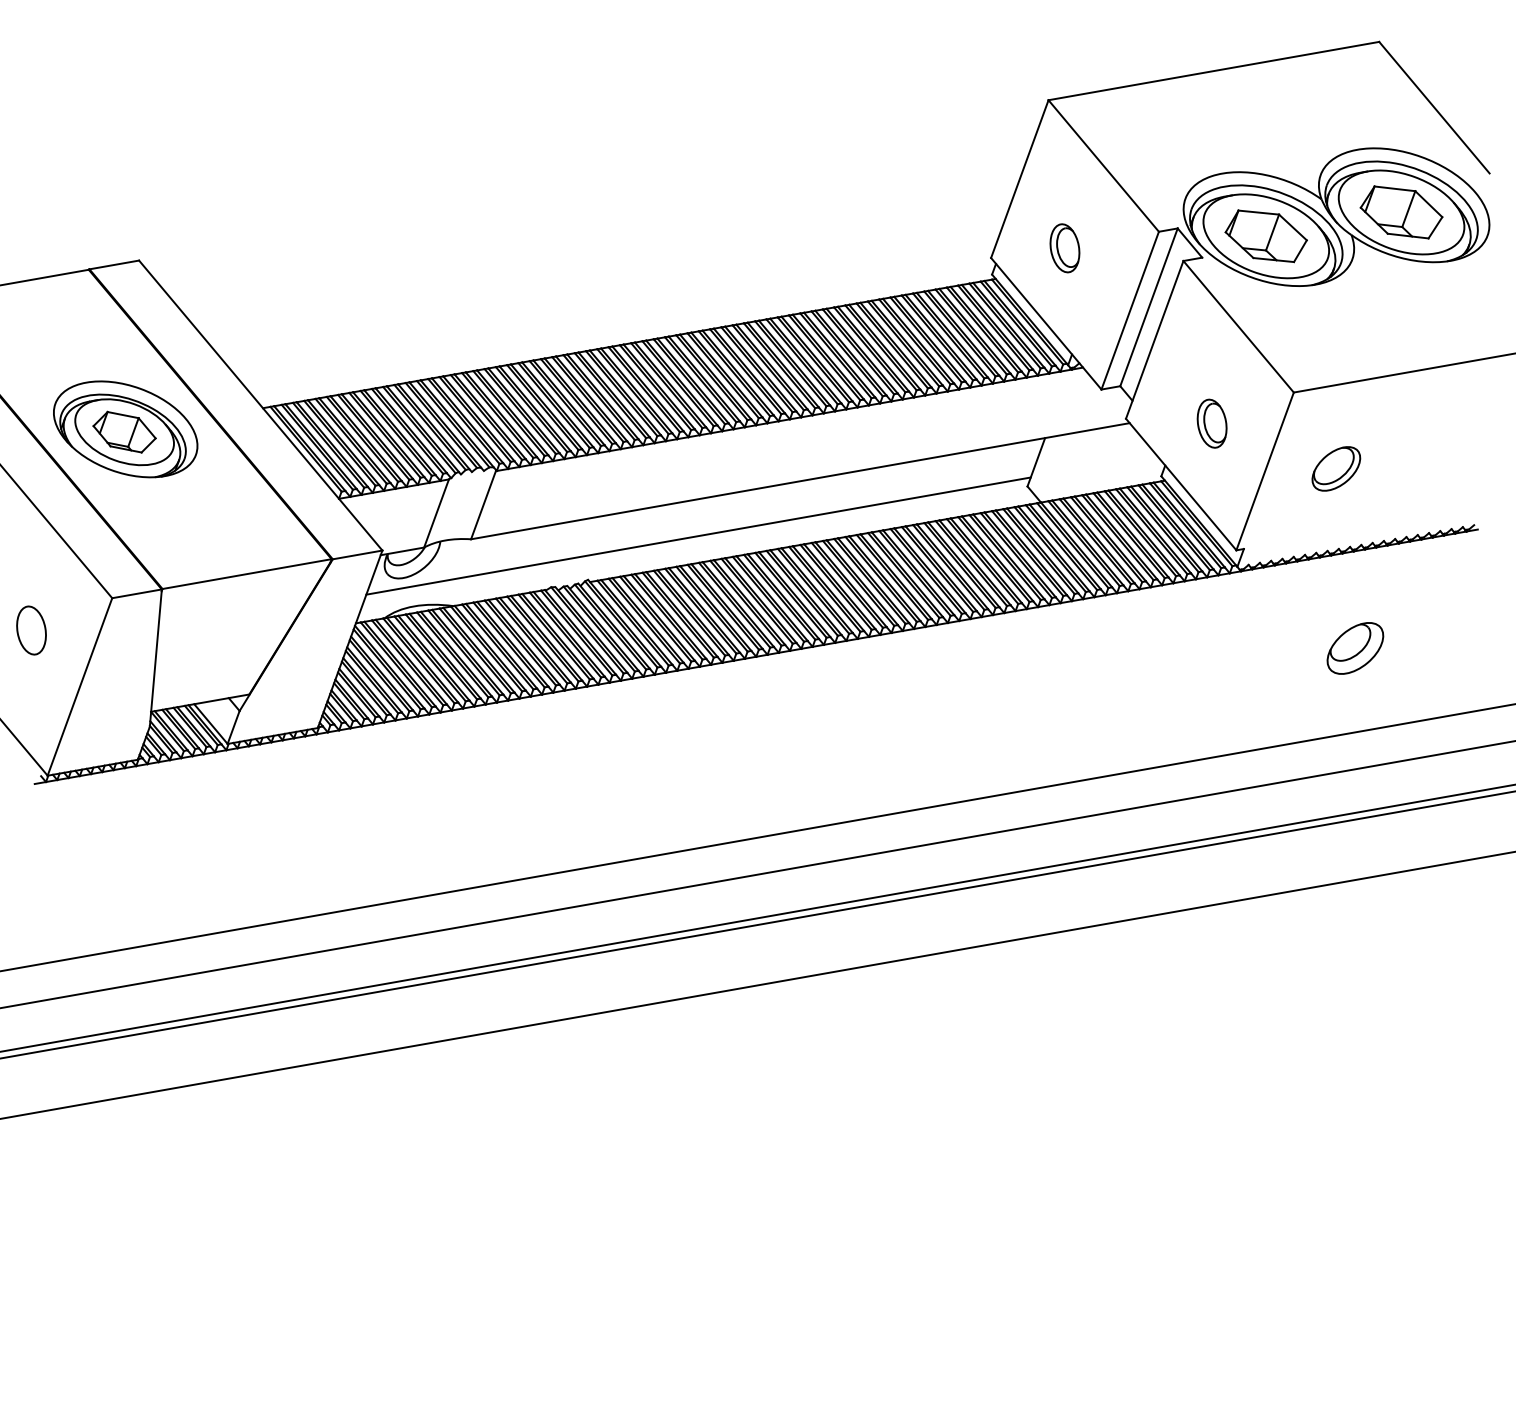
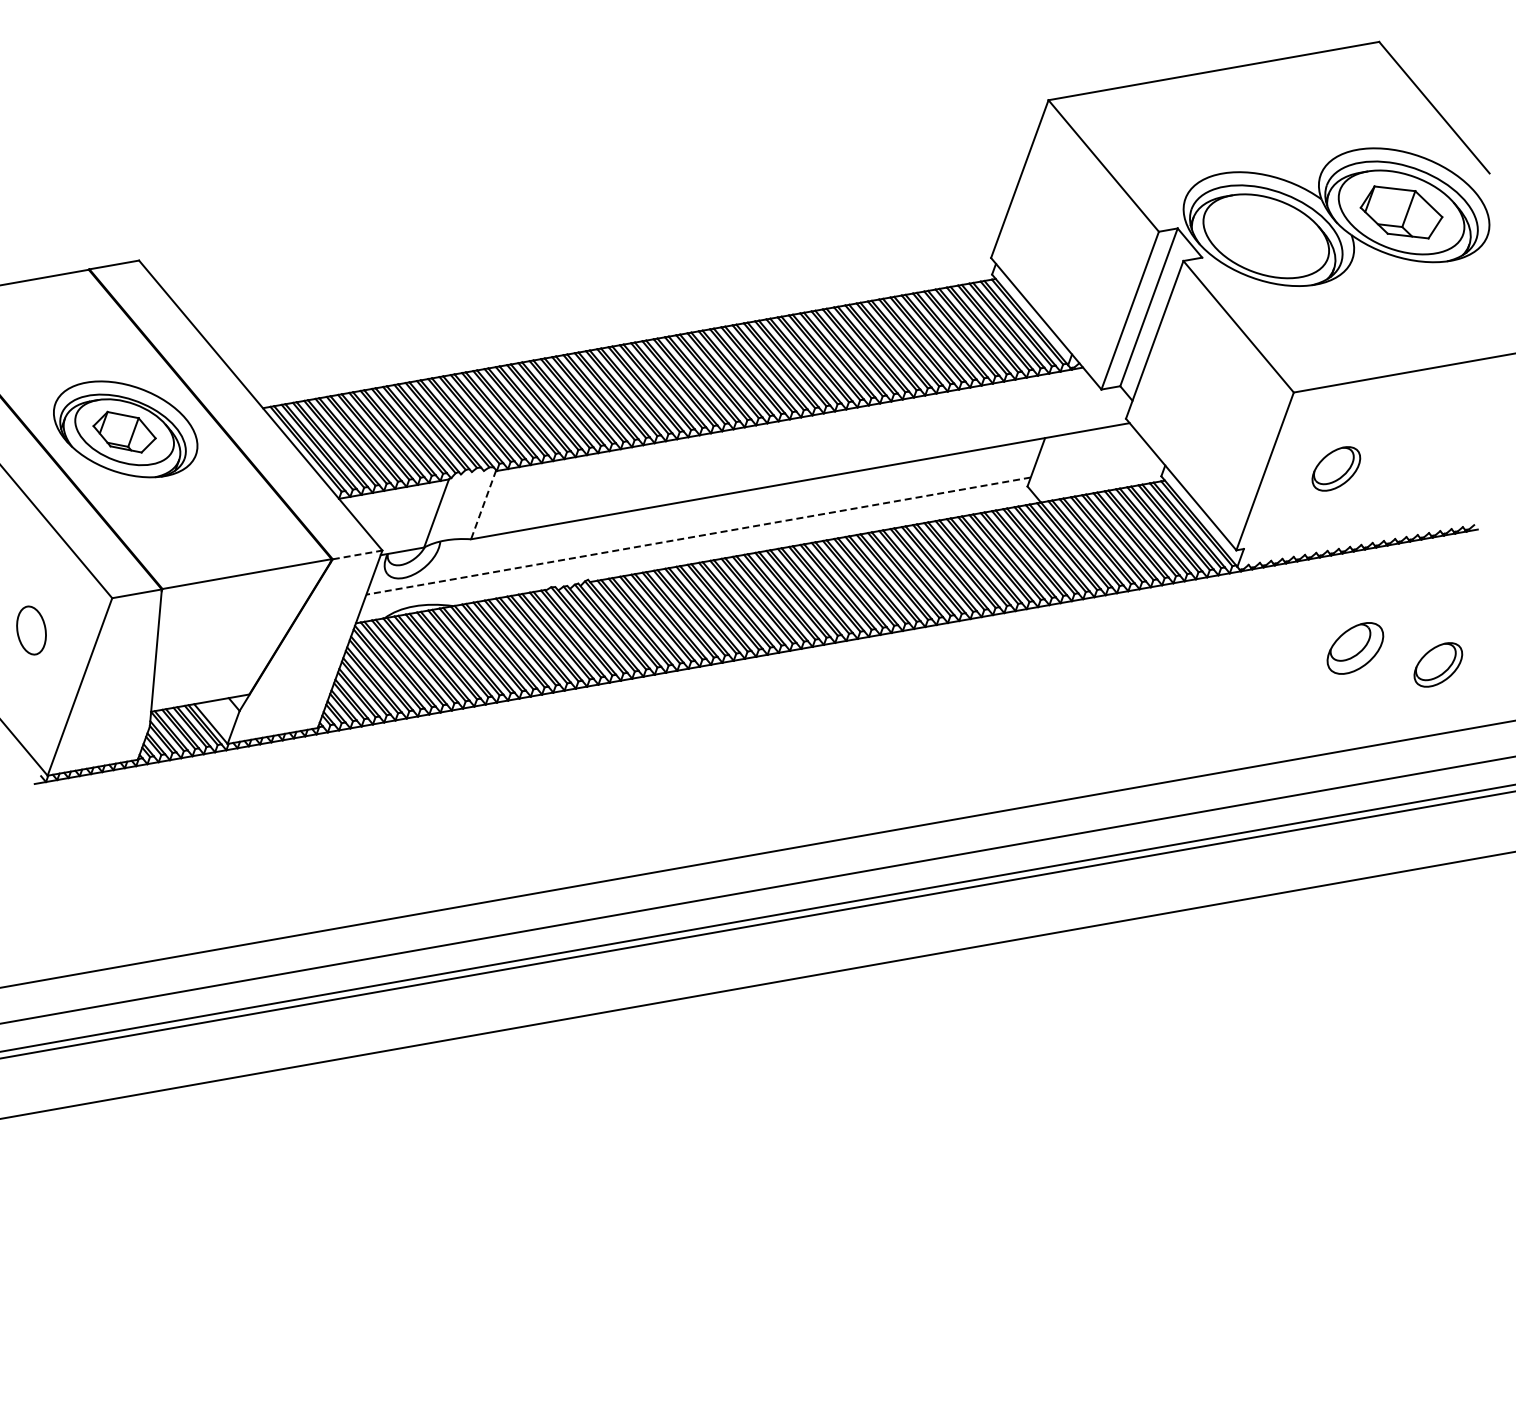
part at (1265, 236): present -> none
part at (1064, 248): present -> none
part at (1211, 423): present -> none
line at (483, 504): solid -> dashed
line at (698, 536): solid -> dashed
line at (358, 554): solid -> dashed
part at (1438, 664): none -> present
line at (757, 837) position: (757, 837) -> (757, 854)
line at (757, 874) position: (757, 874) -> (757, 890)
